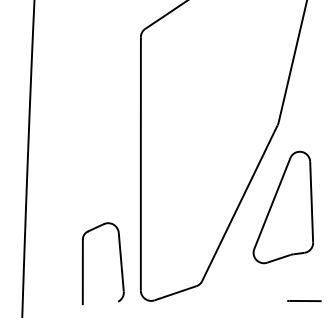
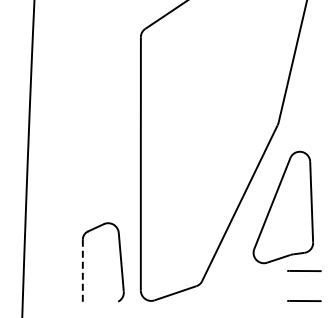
line at (304, 270): none -> present
line at (82, 272): solid -> dashed
